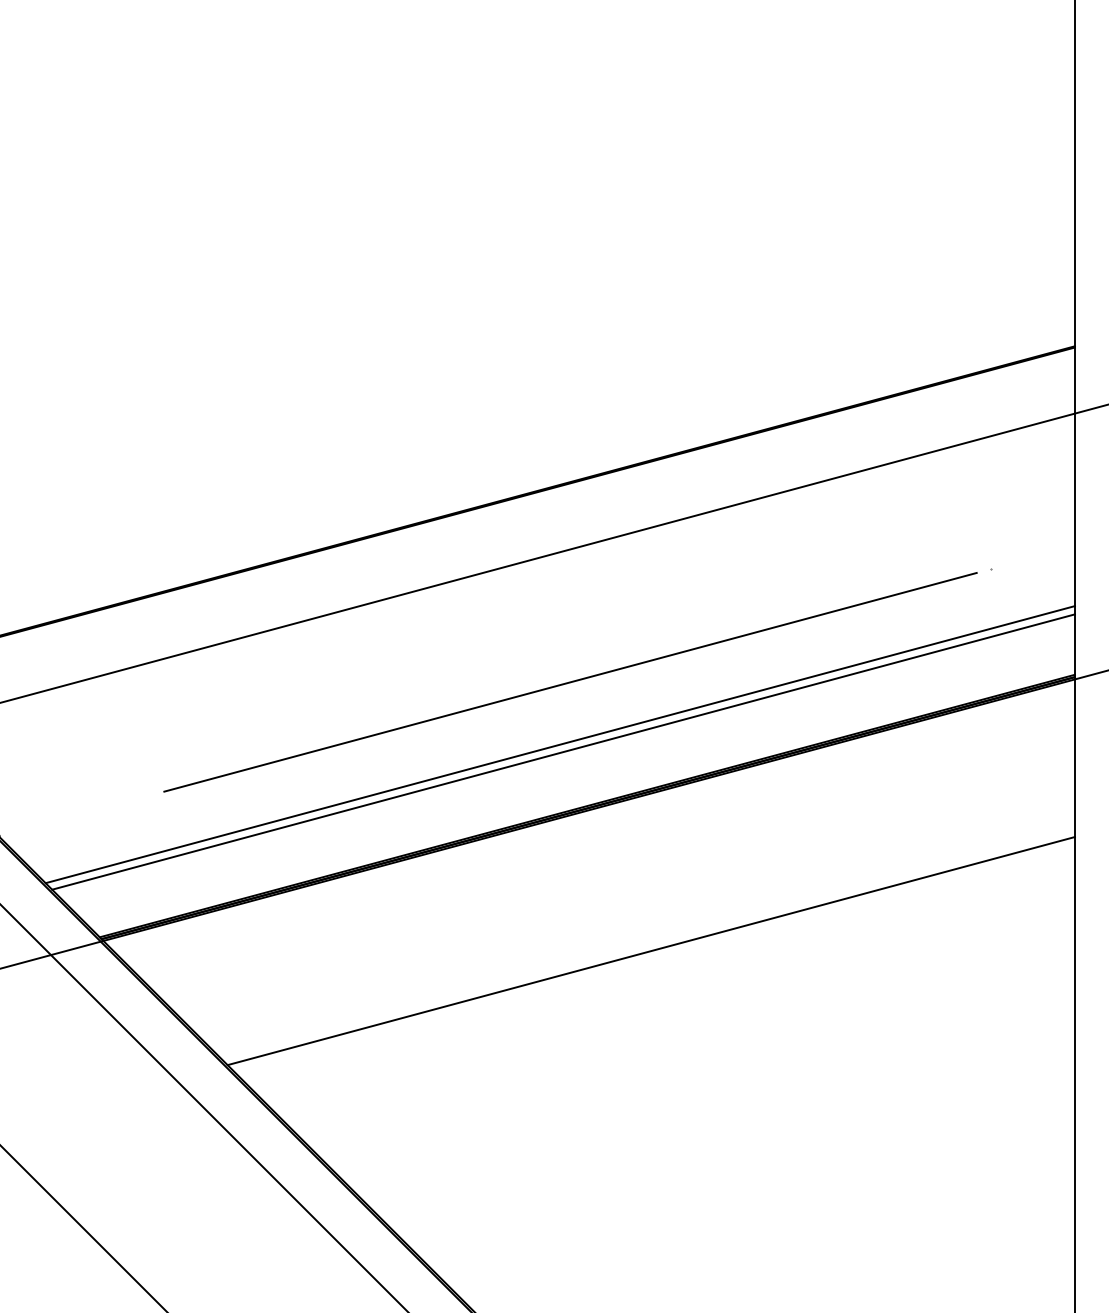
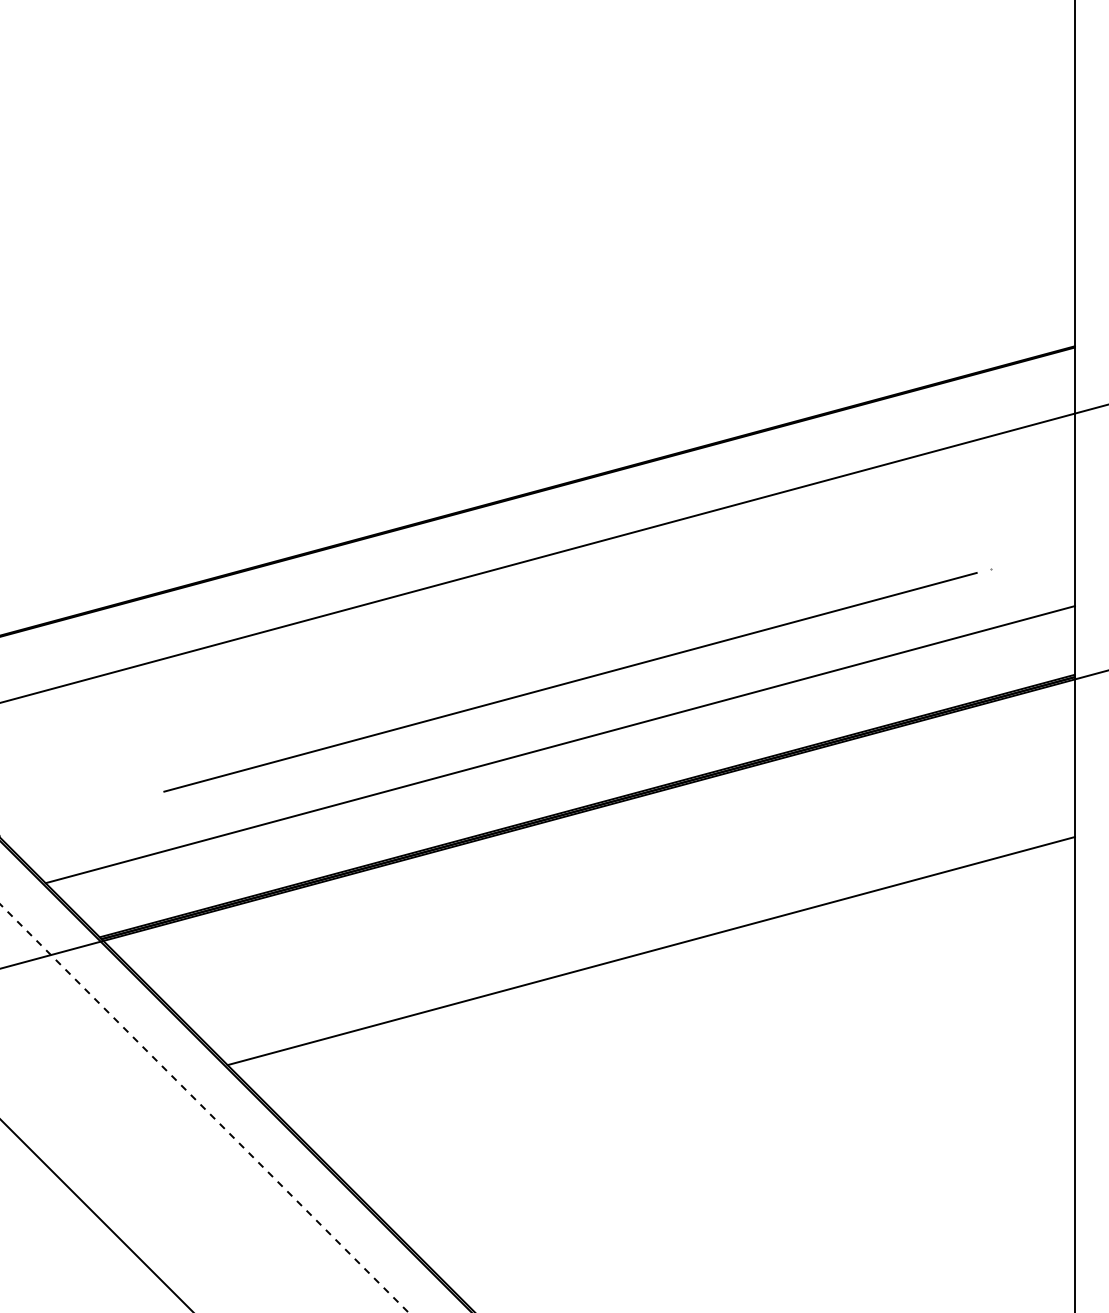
line at (563, 751): present -> none
line at (204, 1108): solid -> dashed
line at (83, 1228) position: (83, 1228) -> (96, 1215)
